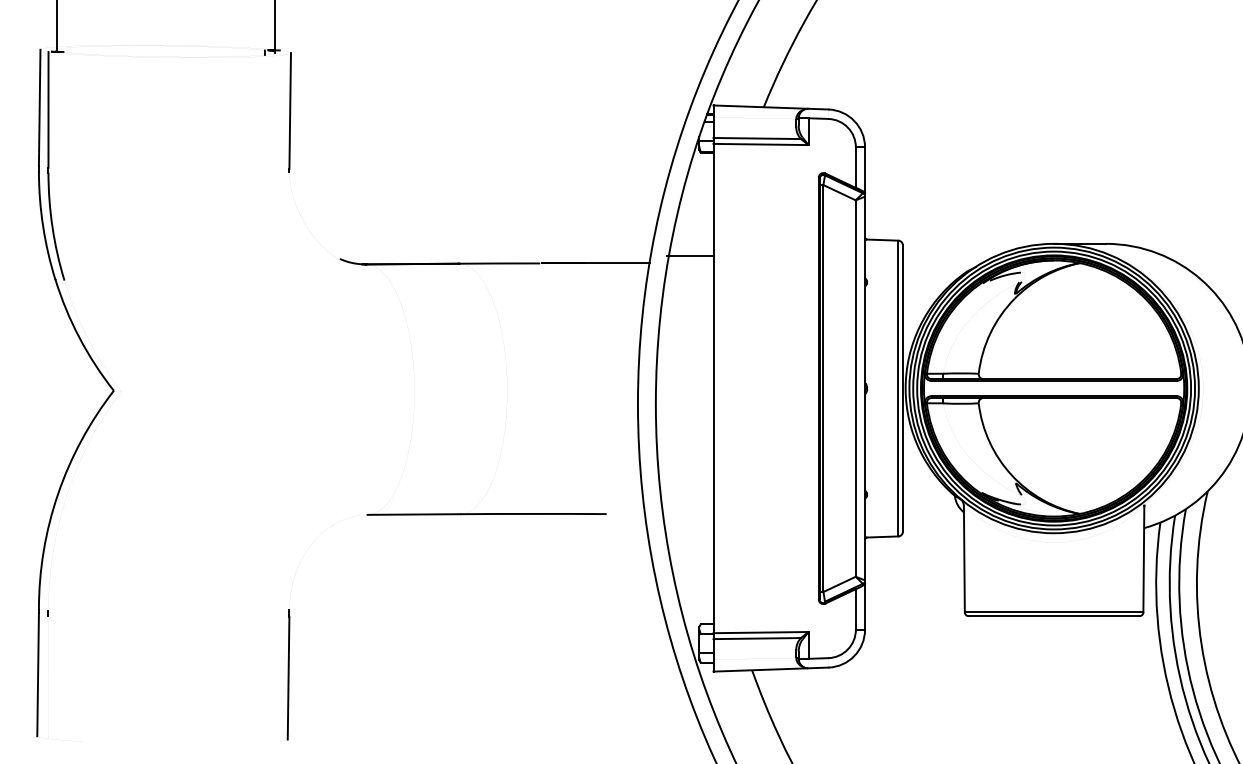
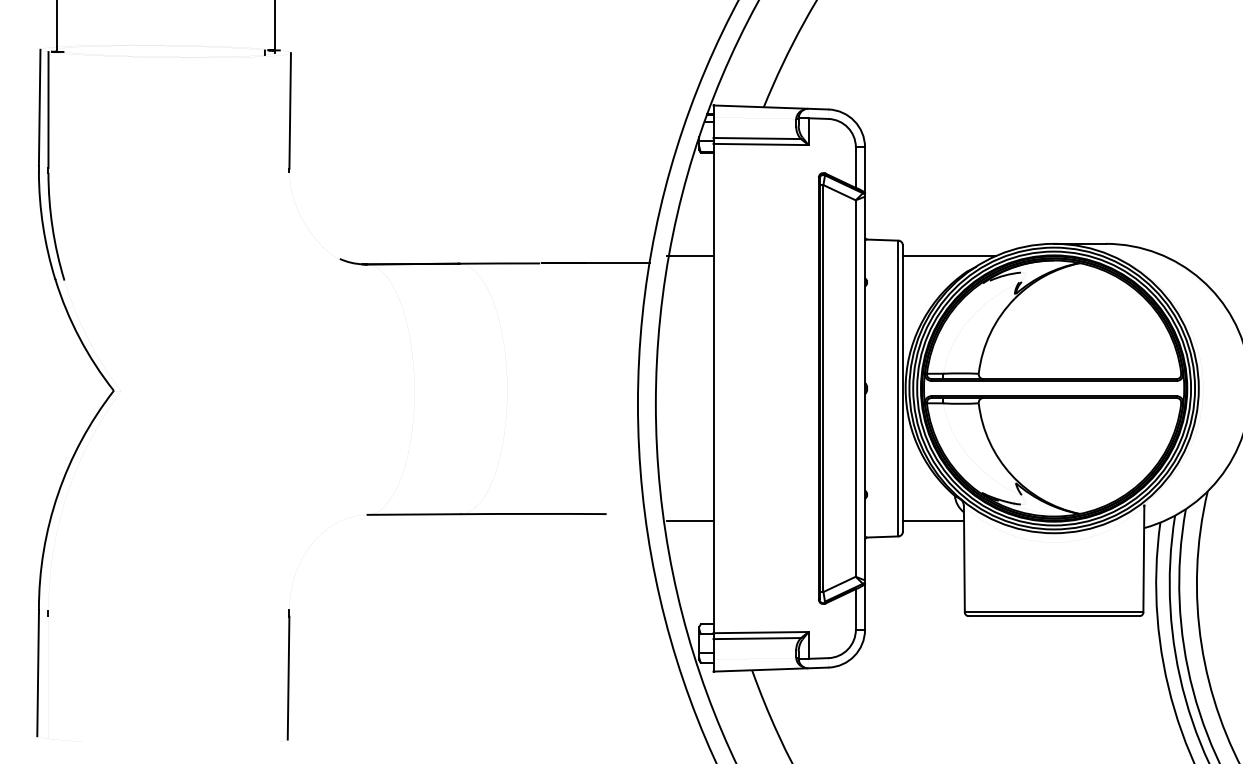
line at (949, 255): none -> present
line at (689, 521): none -> present
line at (933, 521): none -> present
